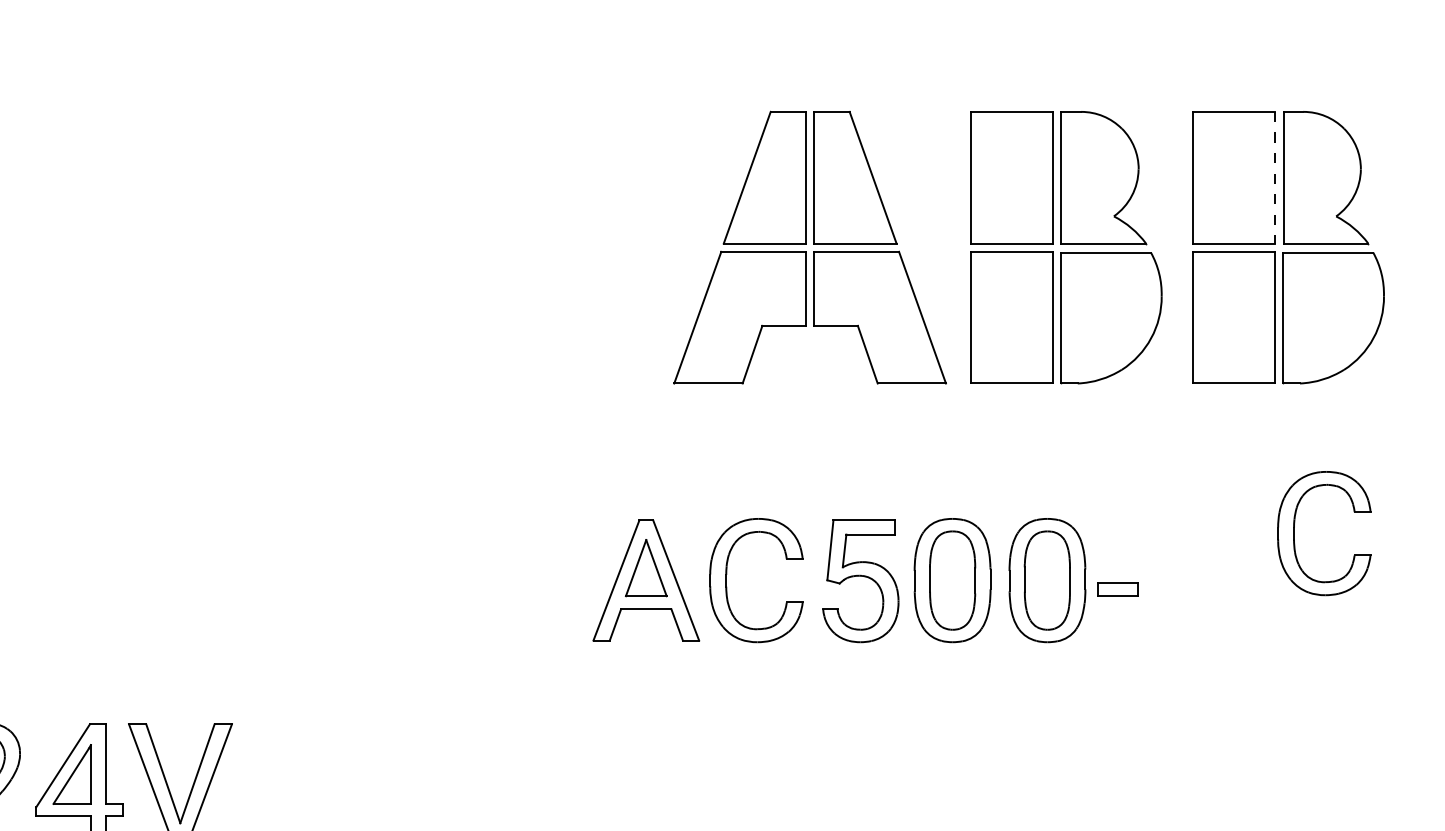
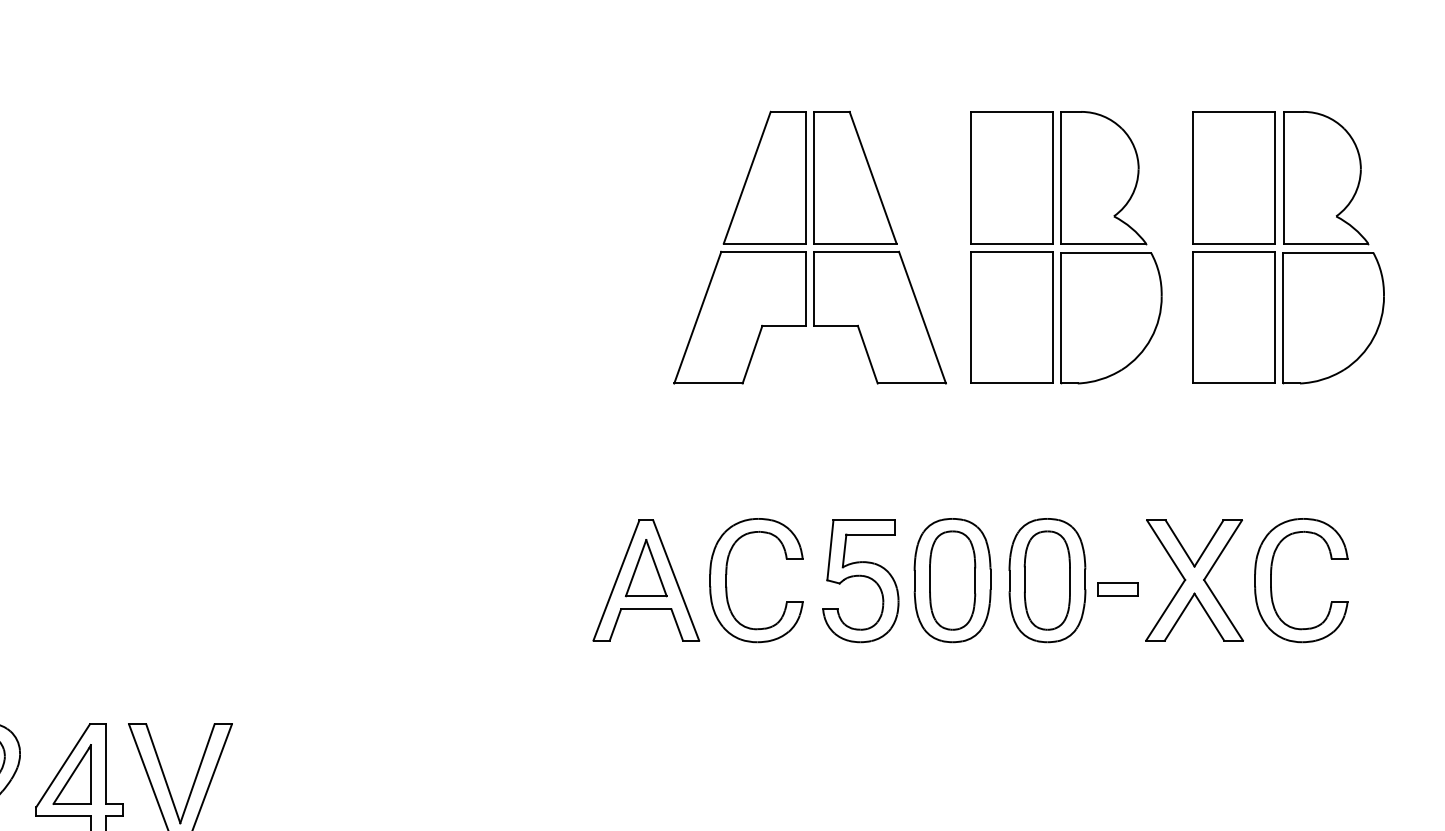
line at (1275, 177): dashed -> solid
part at (1294, 533) position: (1294, 533) -> (1271, 580)
part at (1194, 580): none -> present
